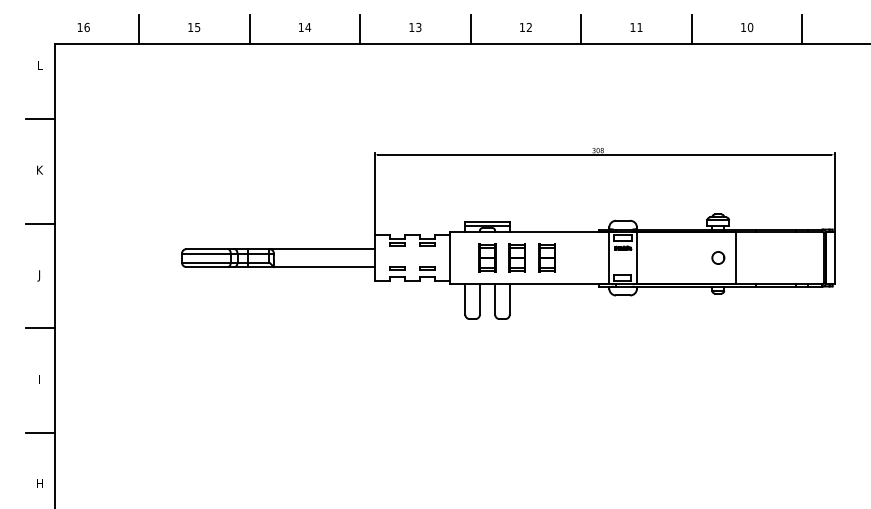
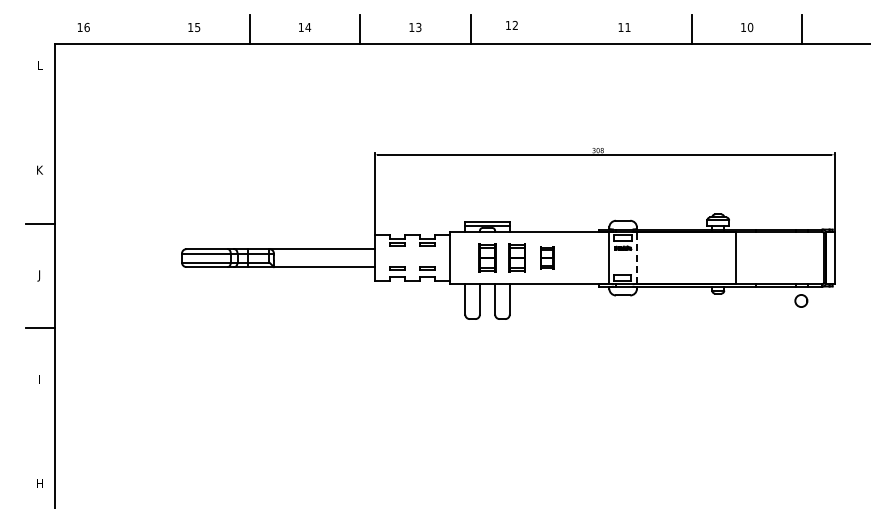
text at (525, 27) position: (525, 27) -> (511, 25)
text at (636, 27) position: (636, 27) -> (624, 27)
line at (138, 29): present -> none
line at (581, 29): present -> none
line at (40, 119): present -> none
part at (546, 257) size: 18x30 px -> 15x24 px
circle at (718, 257) position: (718, 257) -> (801, 300)
line at (636, 258): solid -> dashed
line at (40, 432): present -> none
